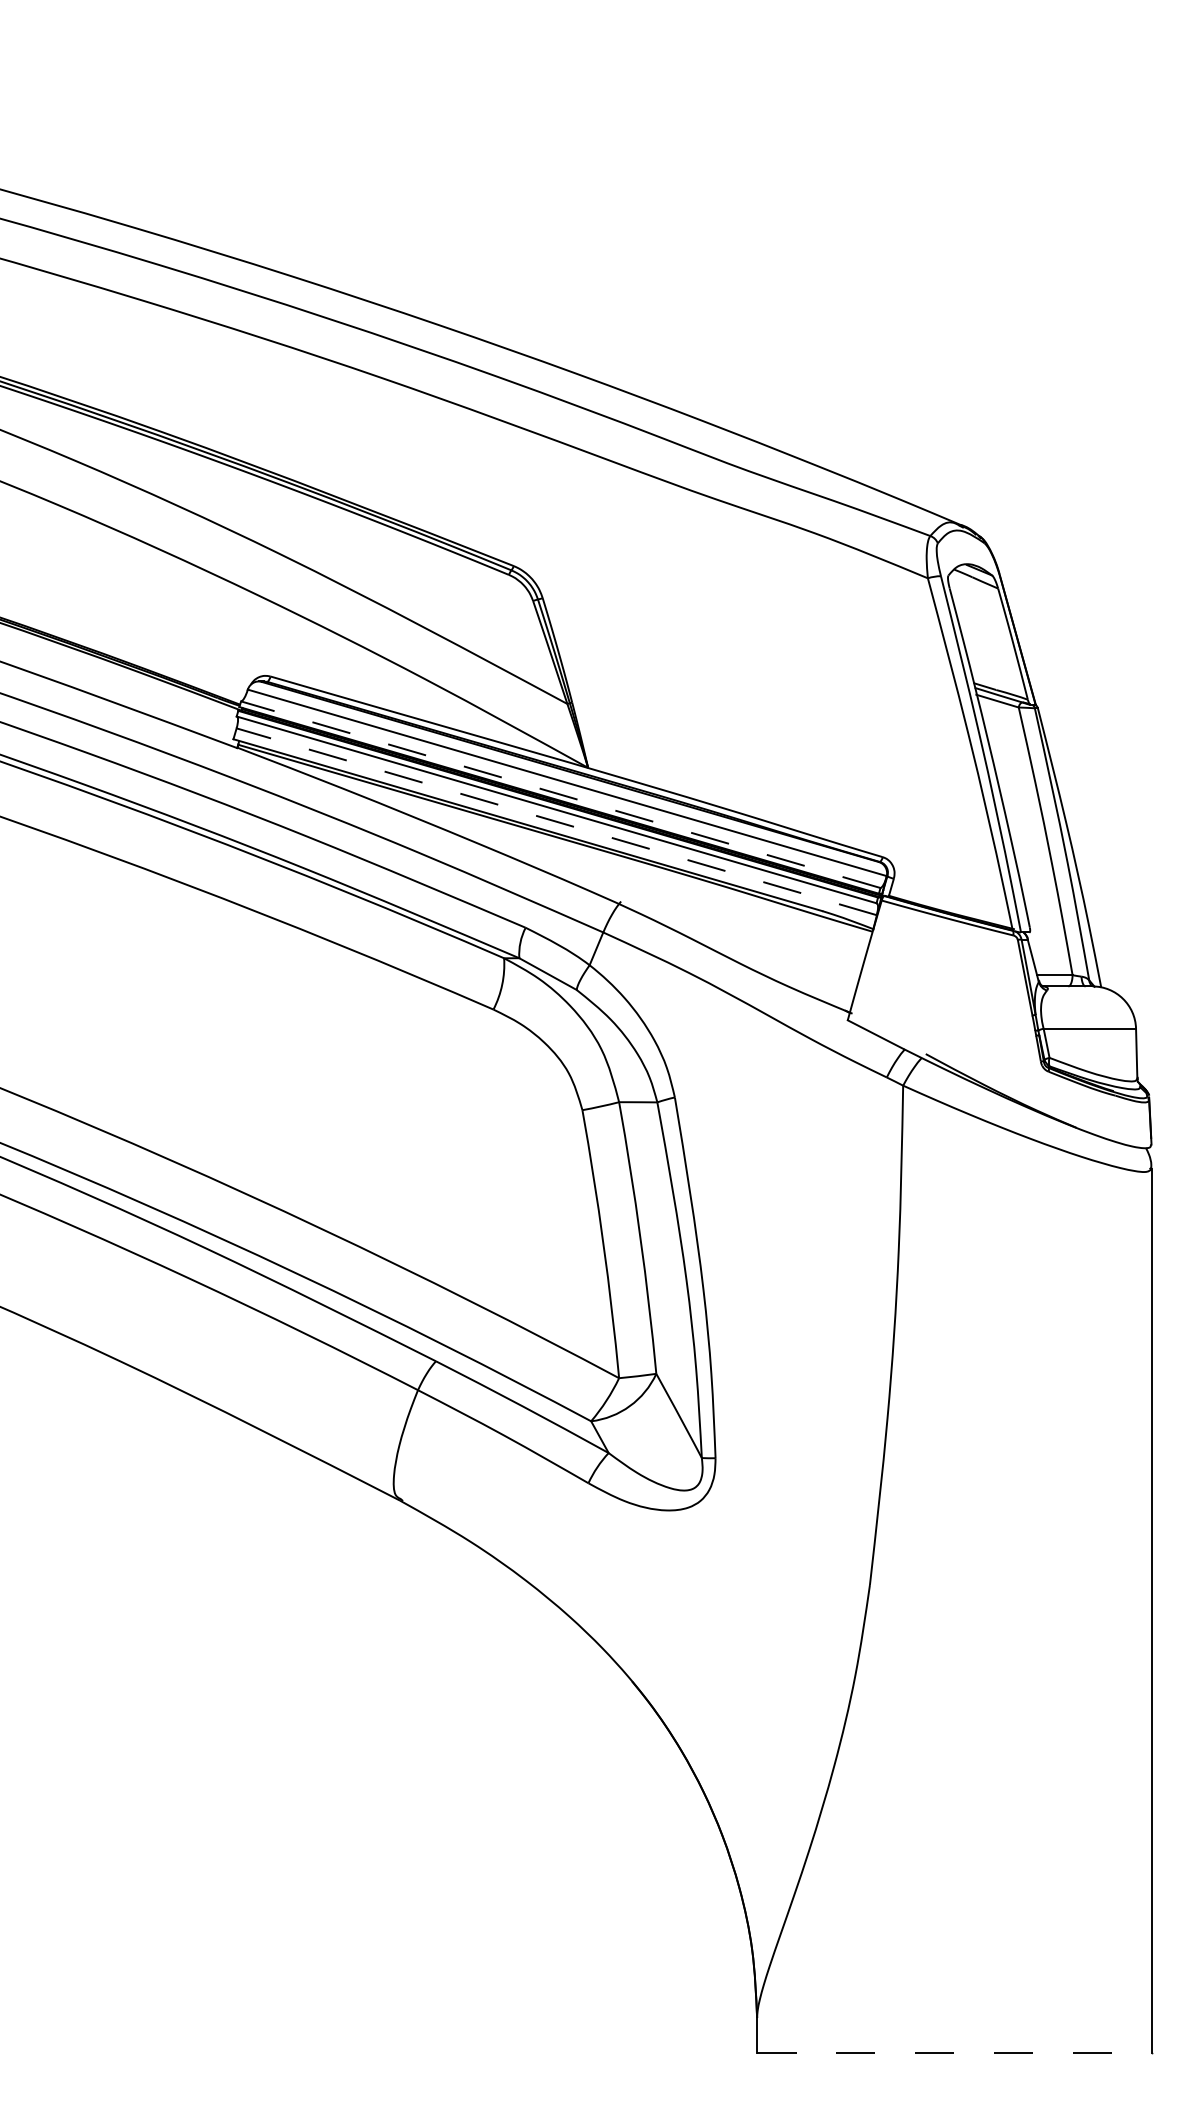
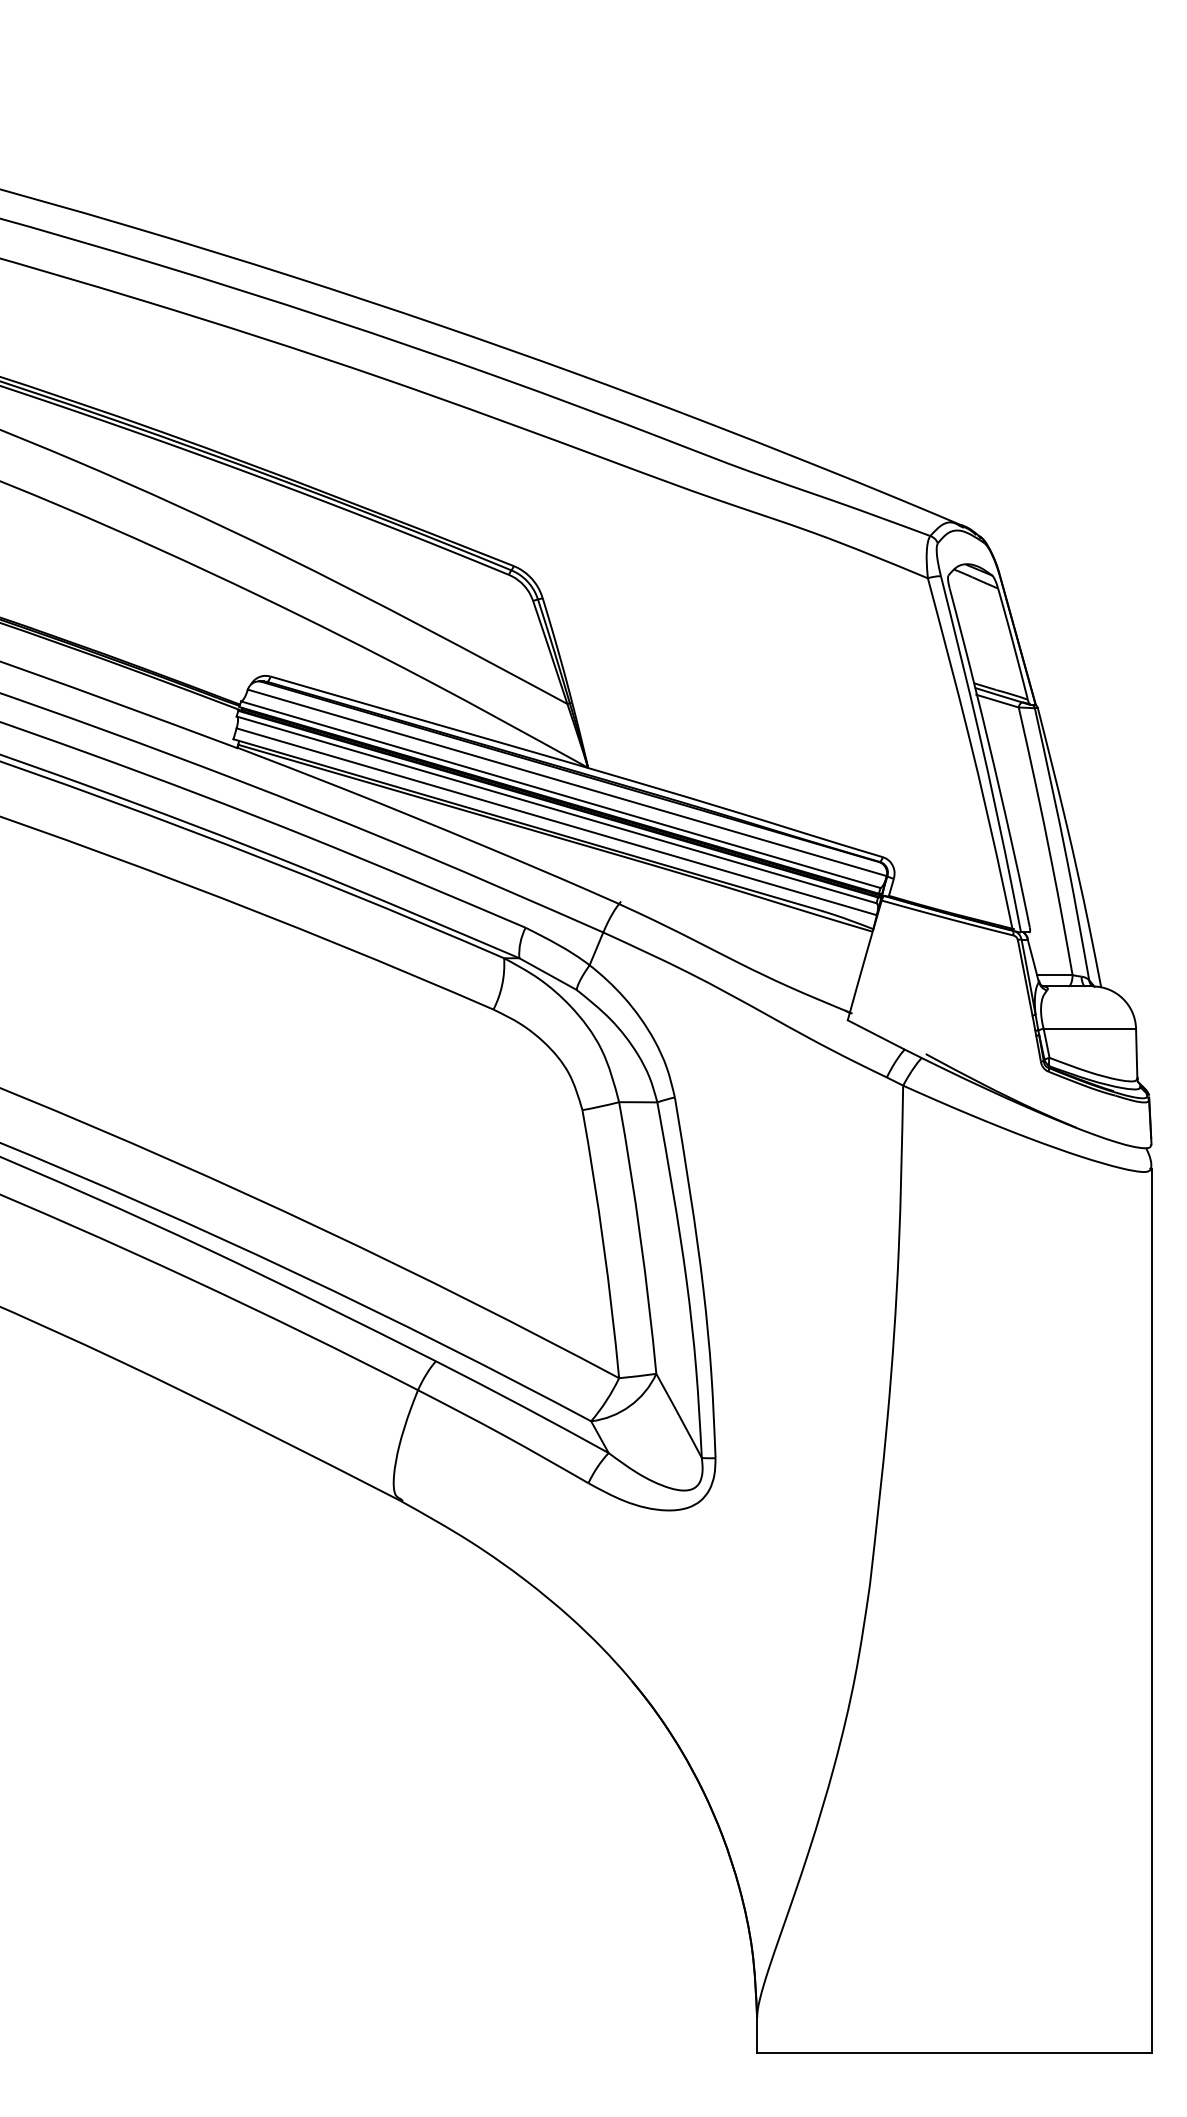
line at (560, 794): dashed -> solid
line at (556, 821): dashed -> solid
line at (954, 2053): dashed -> solid
